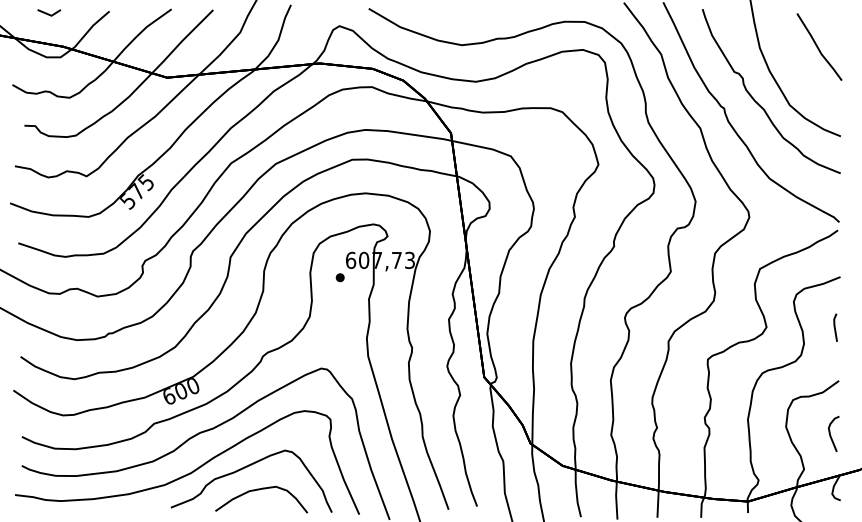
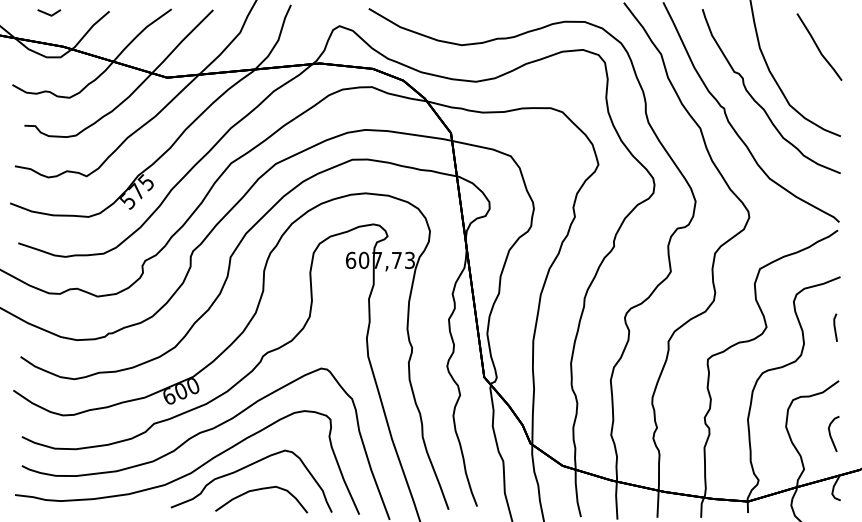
part at (339, 277): present -> none
